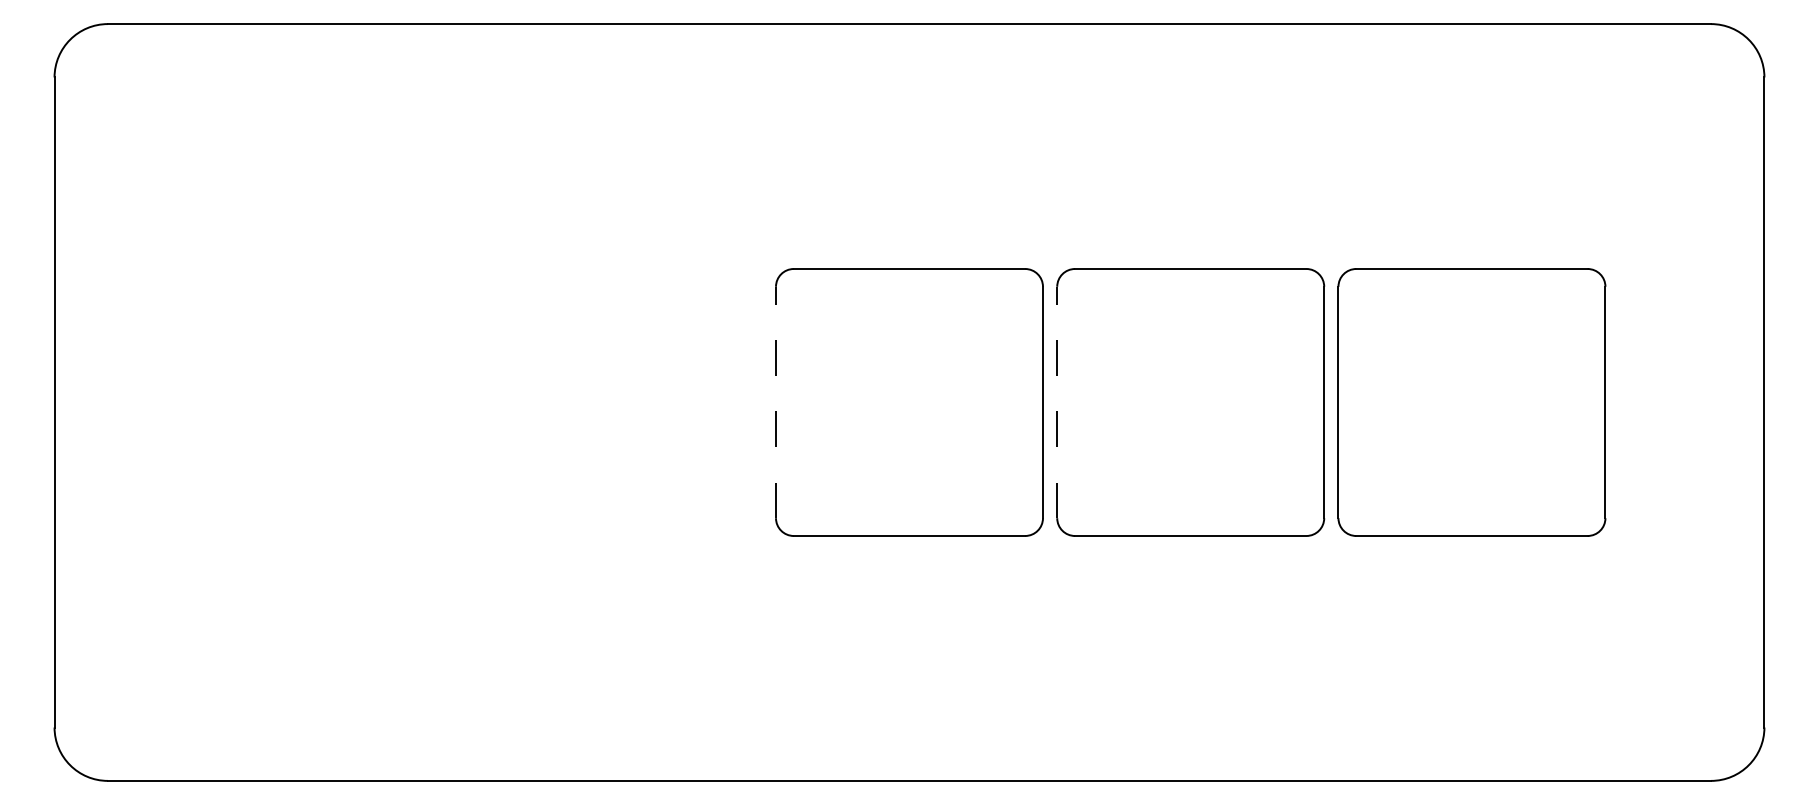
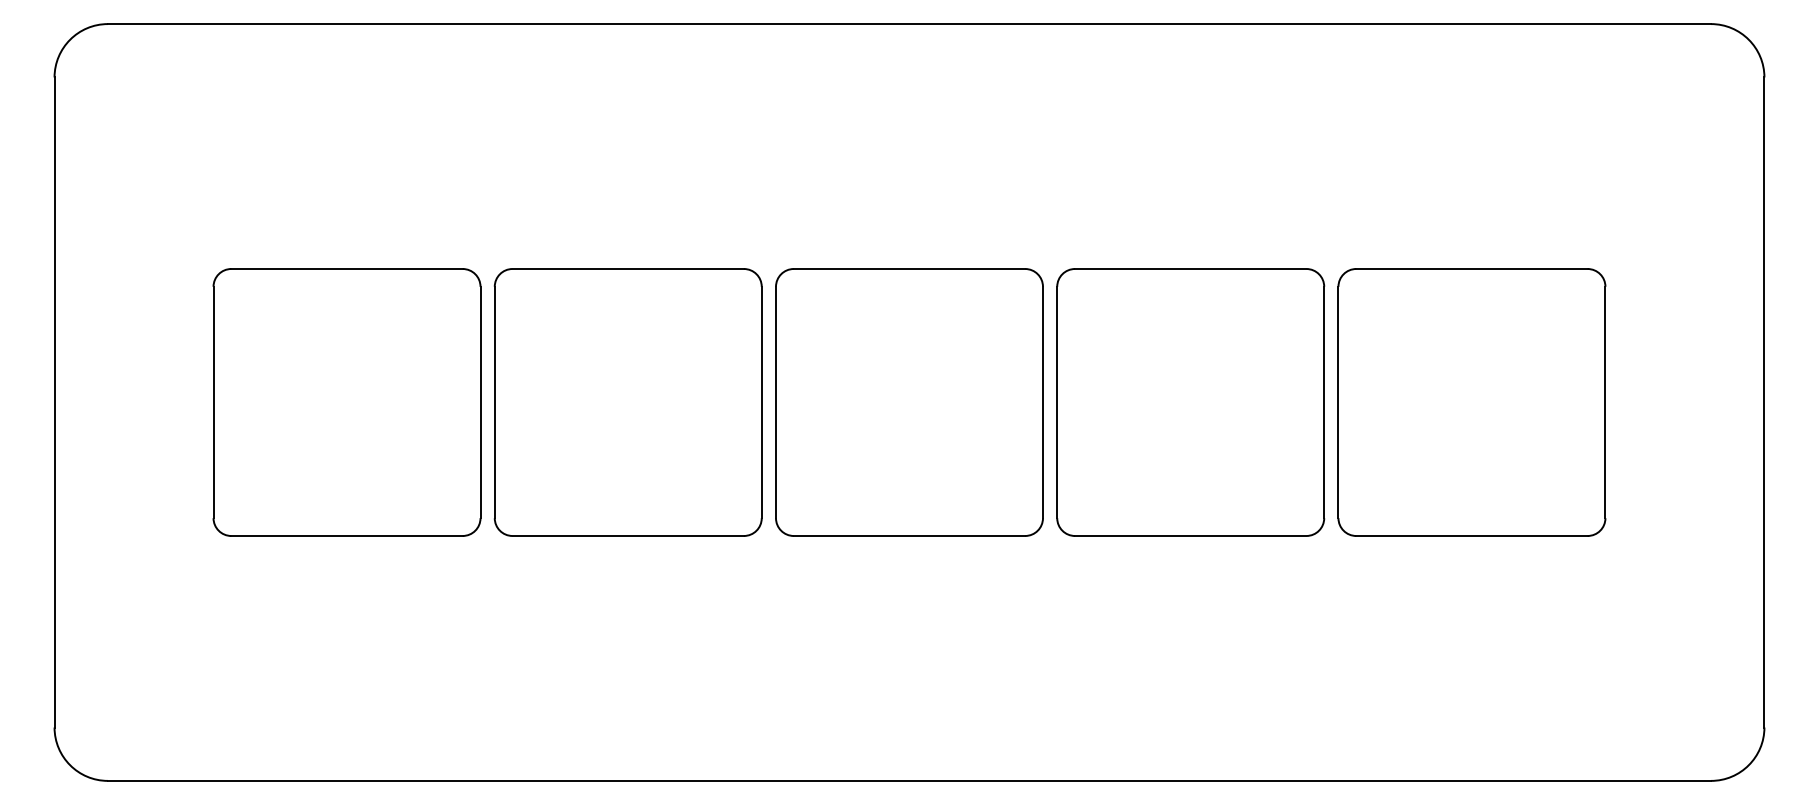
part at (346, 402): none -> present
part at (627, 402): none -> present
line at (776, 402): dashed -> solid
line at (1057, 402): dashed -> solid
